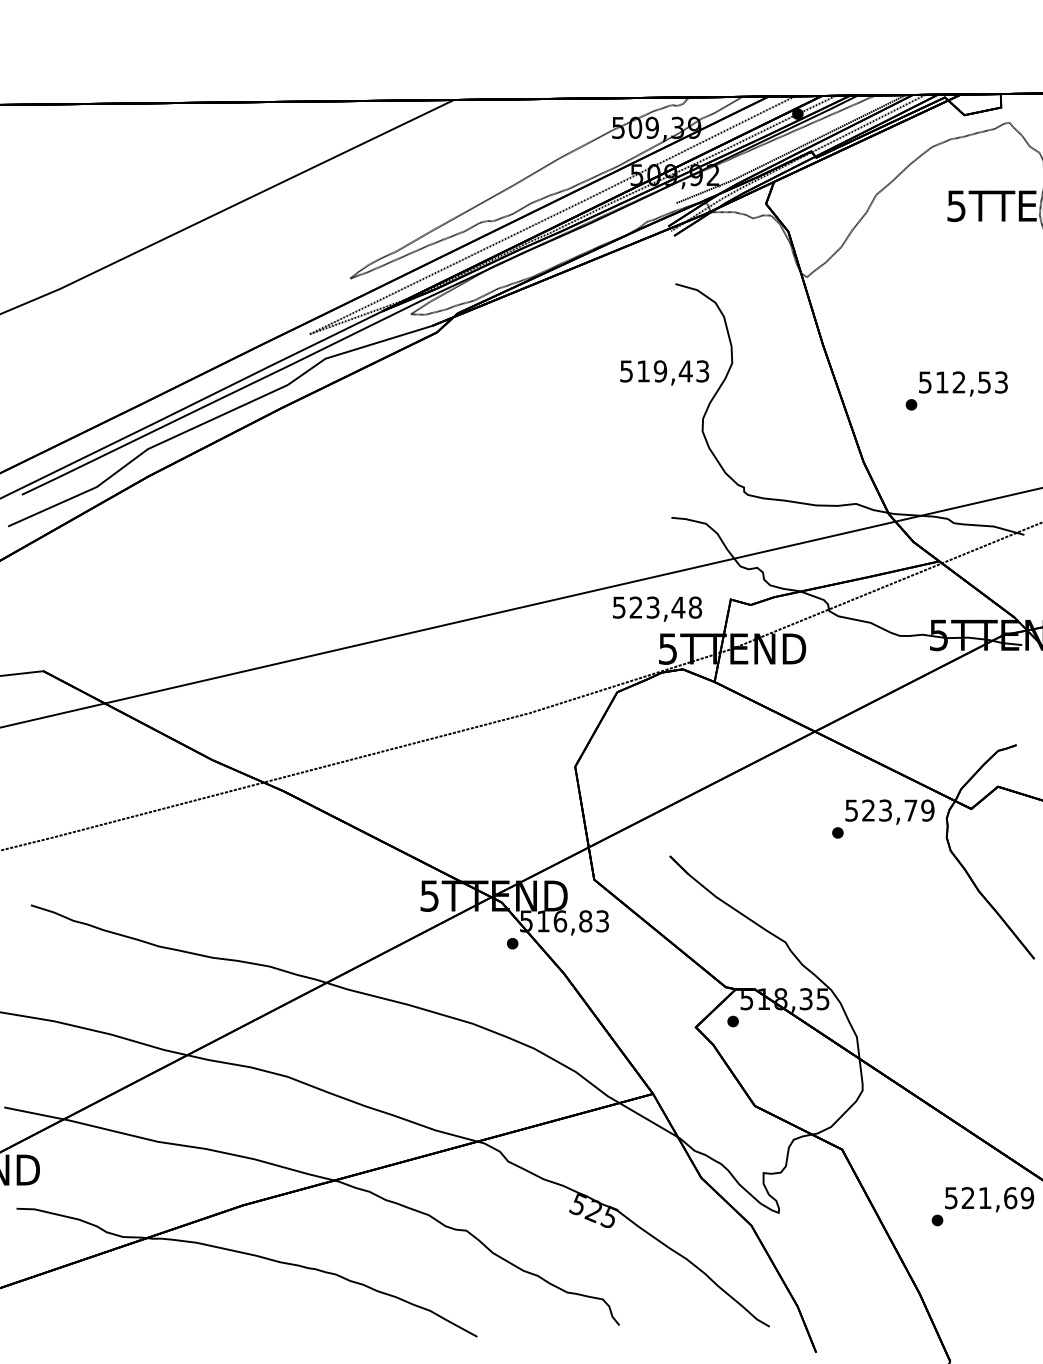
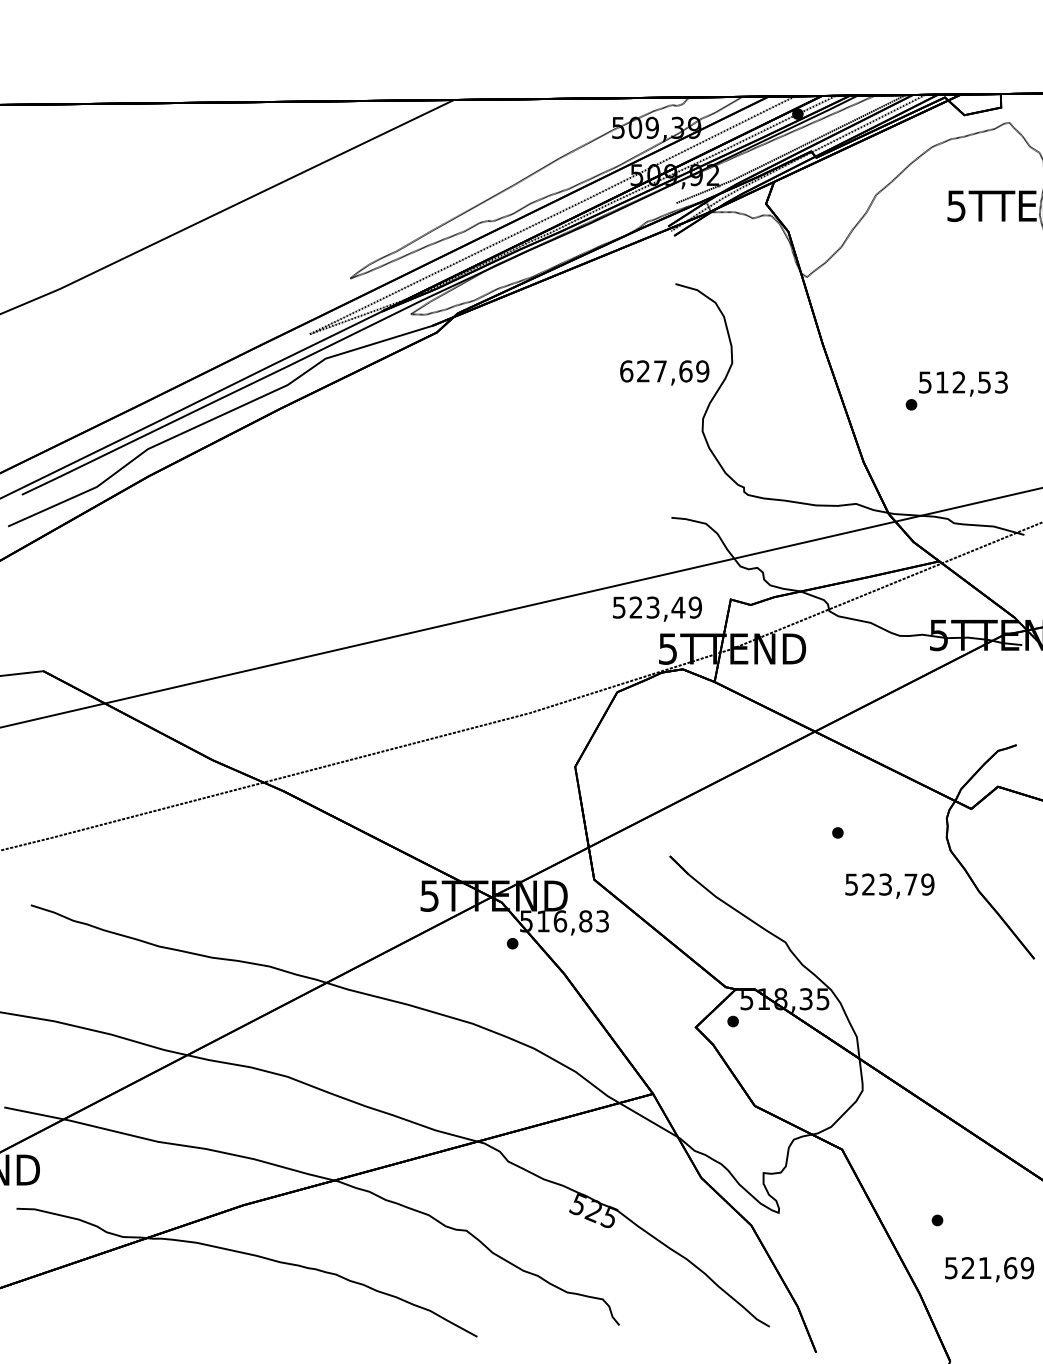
text at (664, 371): 519,43 -> 627,69
text at (695, 607): 523,48 -> 523,49
text at (889, 811) position: (889, 811) -> (889, 885)
text at (989, 1199) position: (989, 1199) -> (989, 1269)
